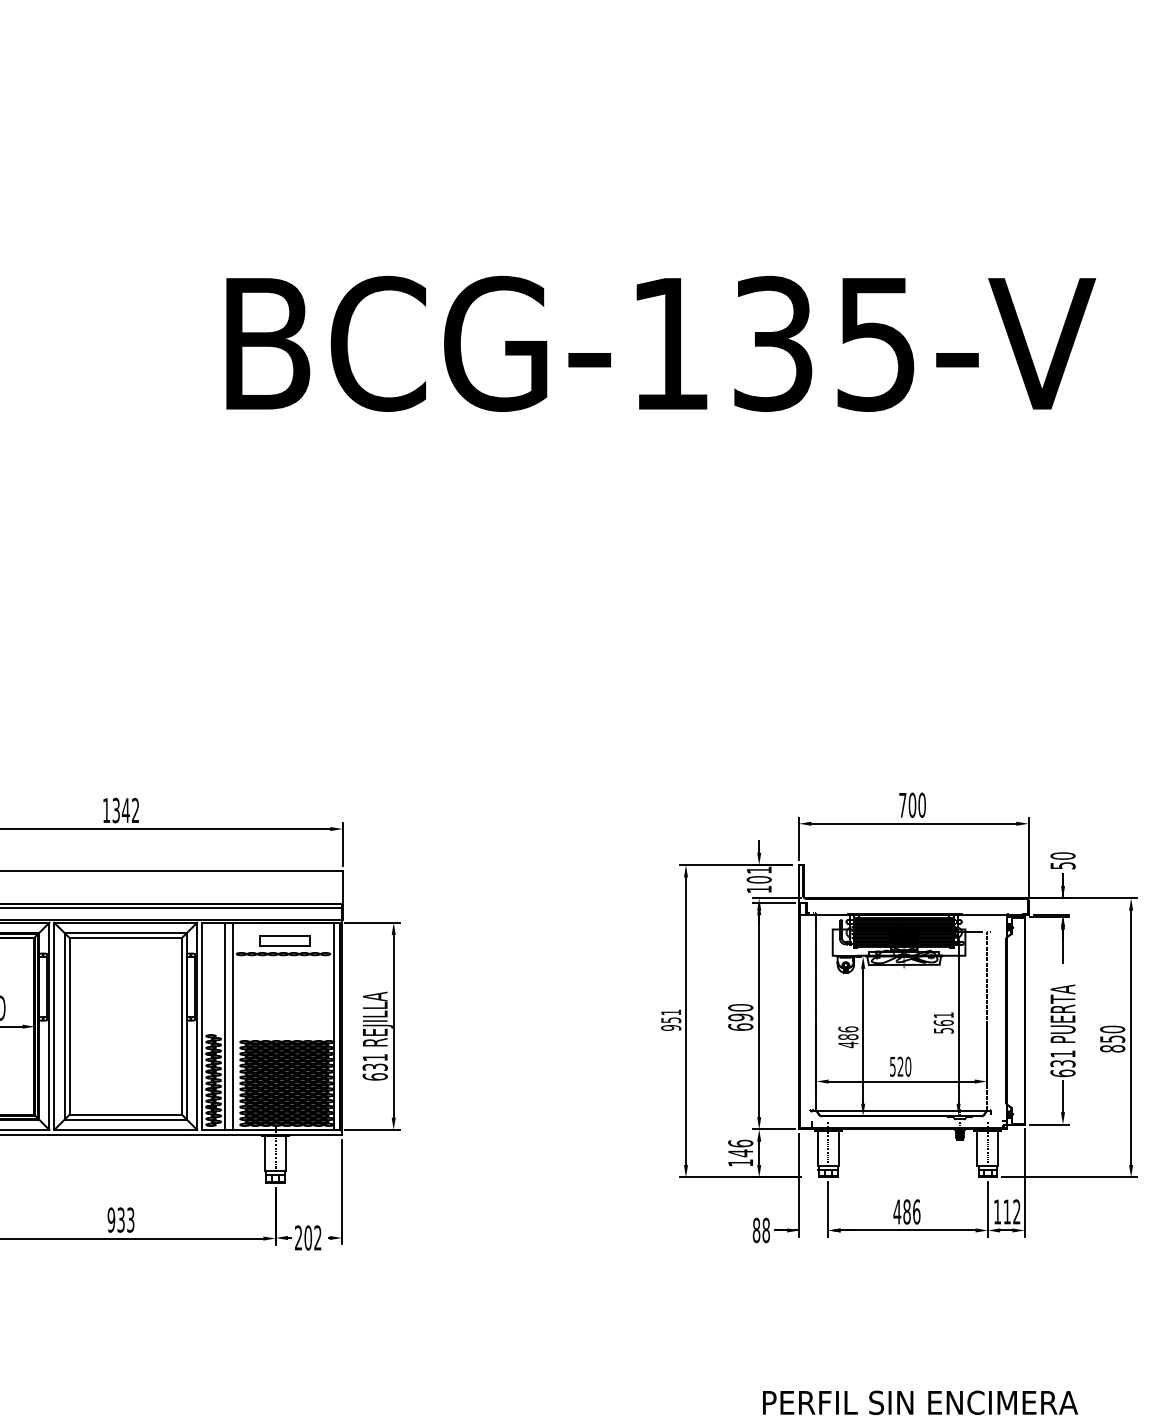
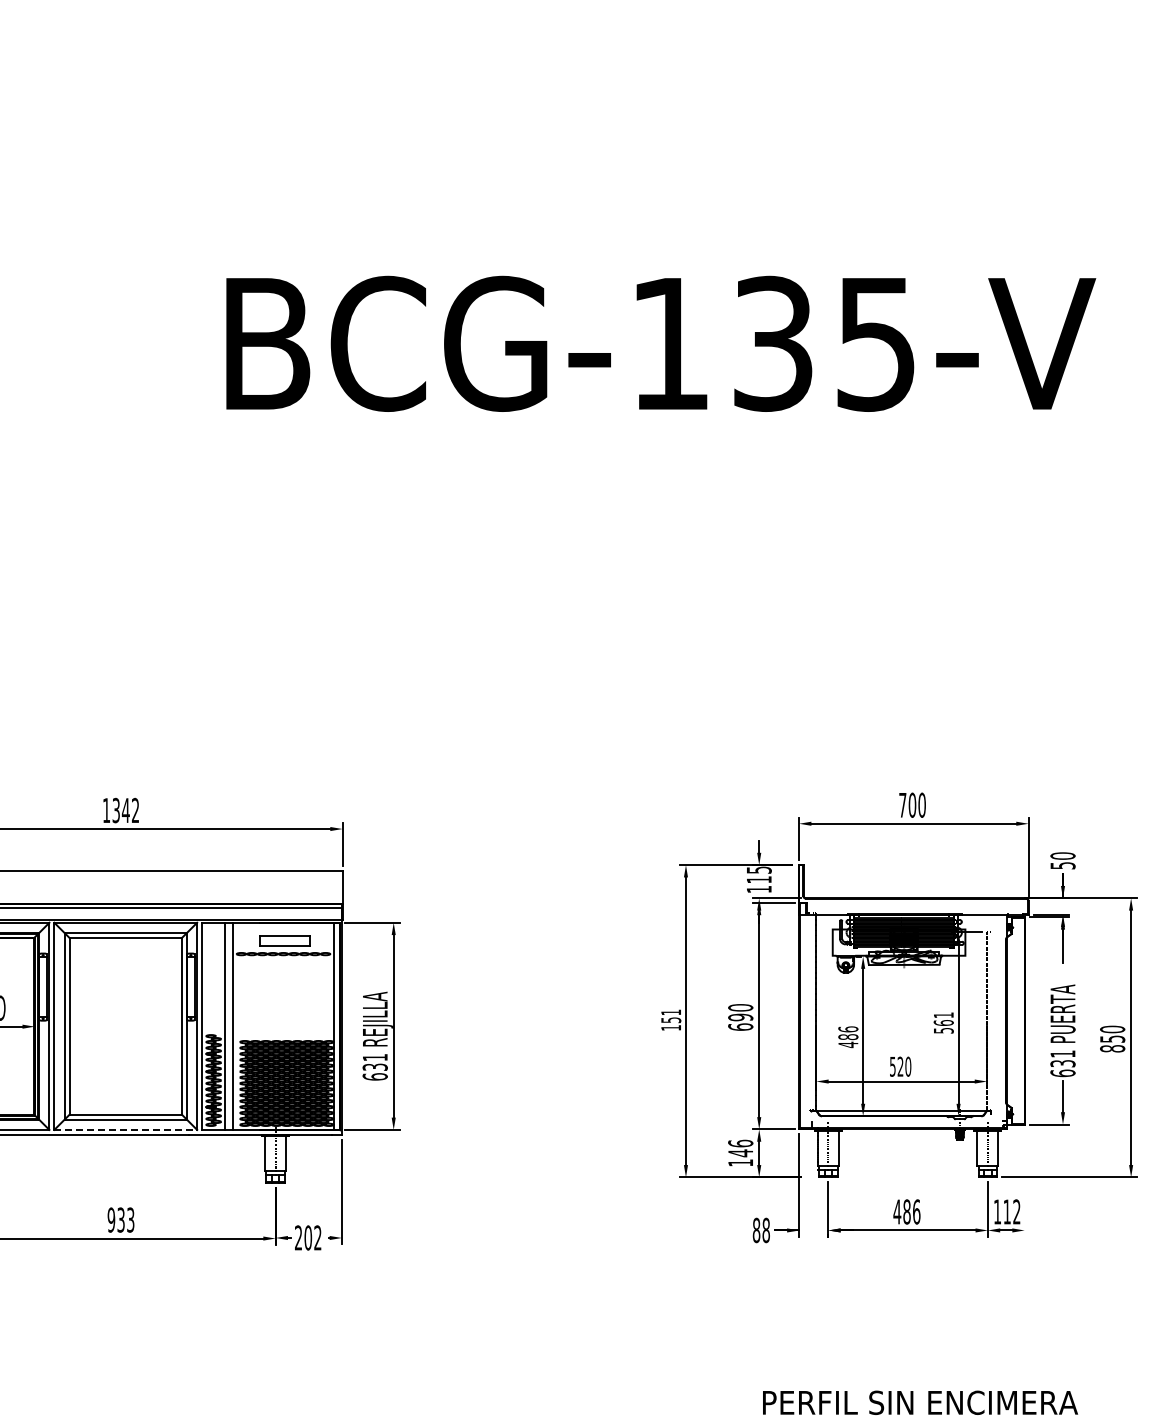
text at (758, 874): 101 -> 115
text at (671, 1027): 951 -> 151
line at (126, 1129): solid -> dashed
line at (1024, 1182): present -> none
